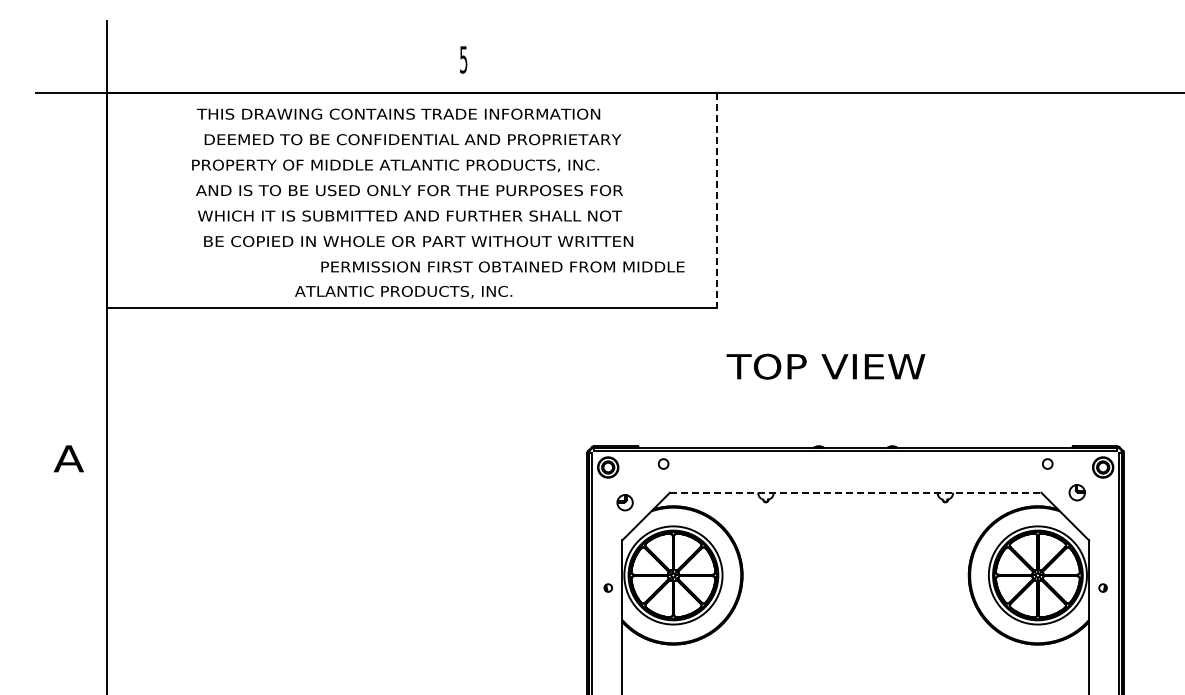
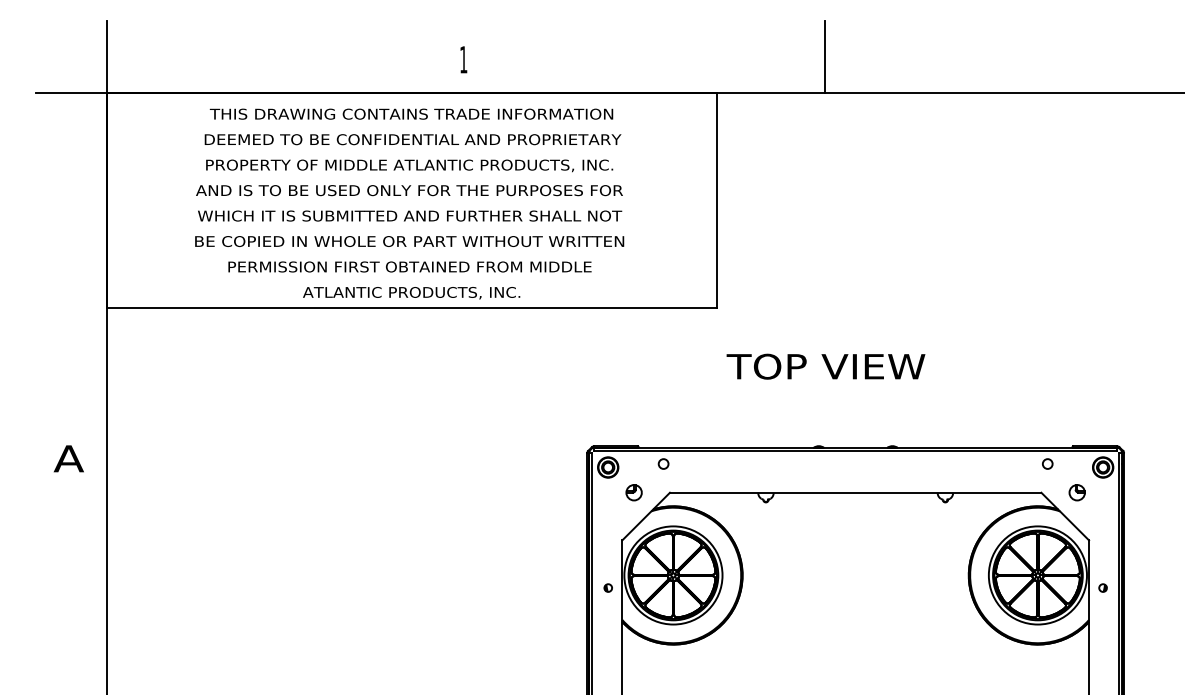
line at (825, 56): none -> present
text at (463, 59): 5 -> 1
text at (398, 113) position: (398, 113) -> (411, 113)
text at (395, 165) position: (395, 165) -> (409, 165)
line at (717, 200): dashed -> solid
text at (418, 241) position: (418, 241) -> (409, 241)
text at (502, 266) position: (502, 266) -> (409, 266)
text at (403, 292) position: (403, 292) -> (411, 293)
line at (855, 492): dashed -> solid
part at (624, 502) position: (624, 502) -> (633, 492)
